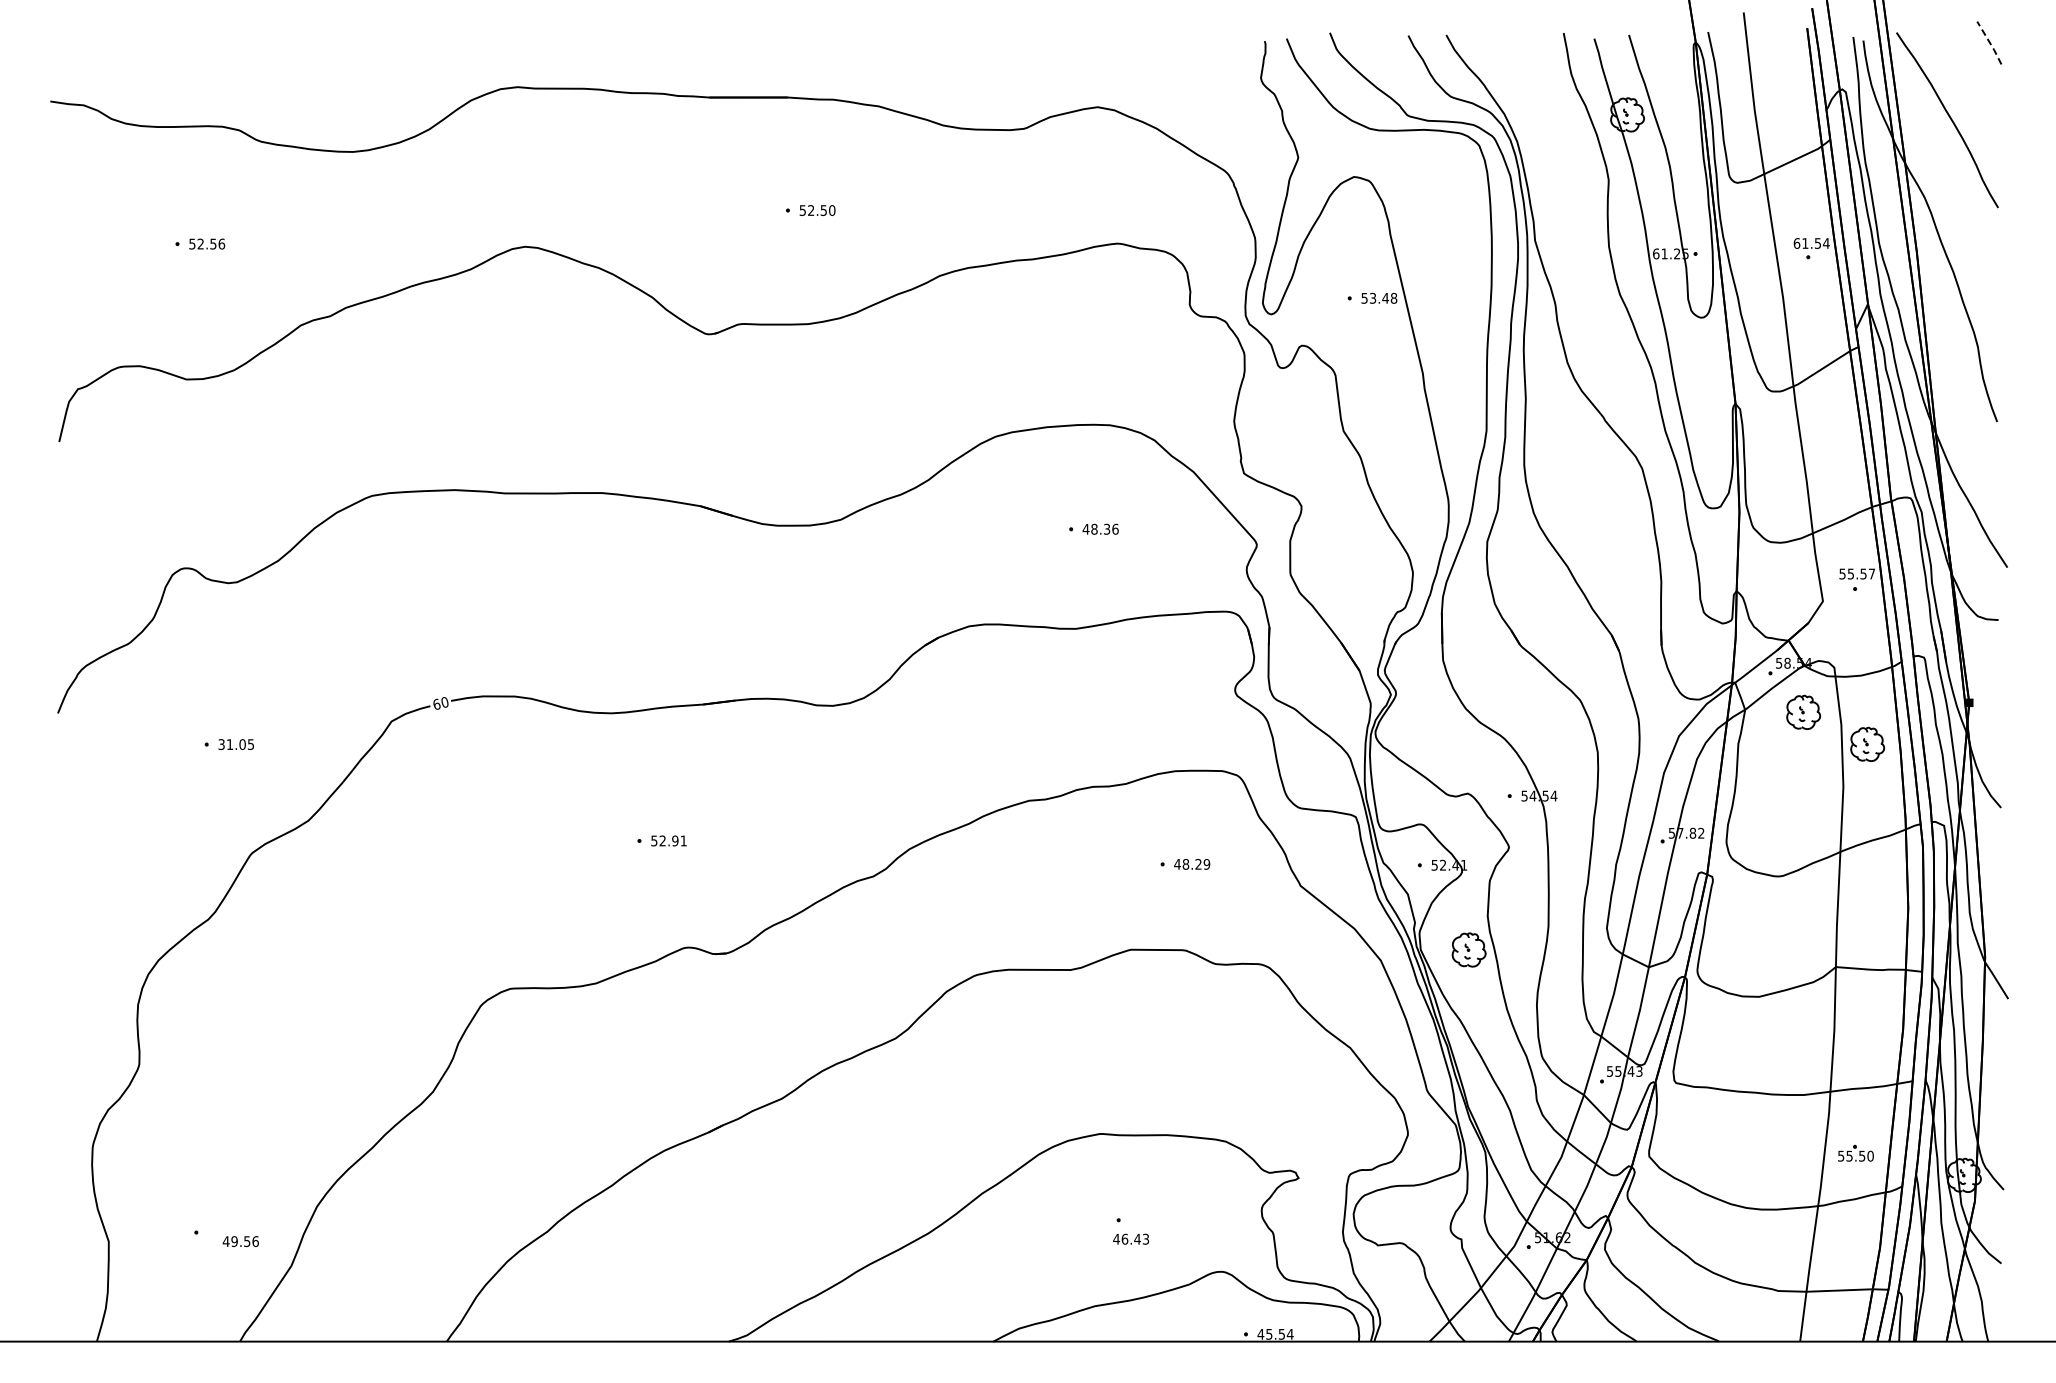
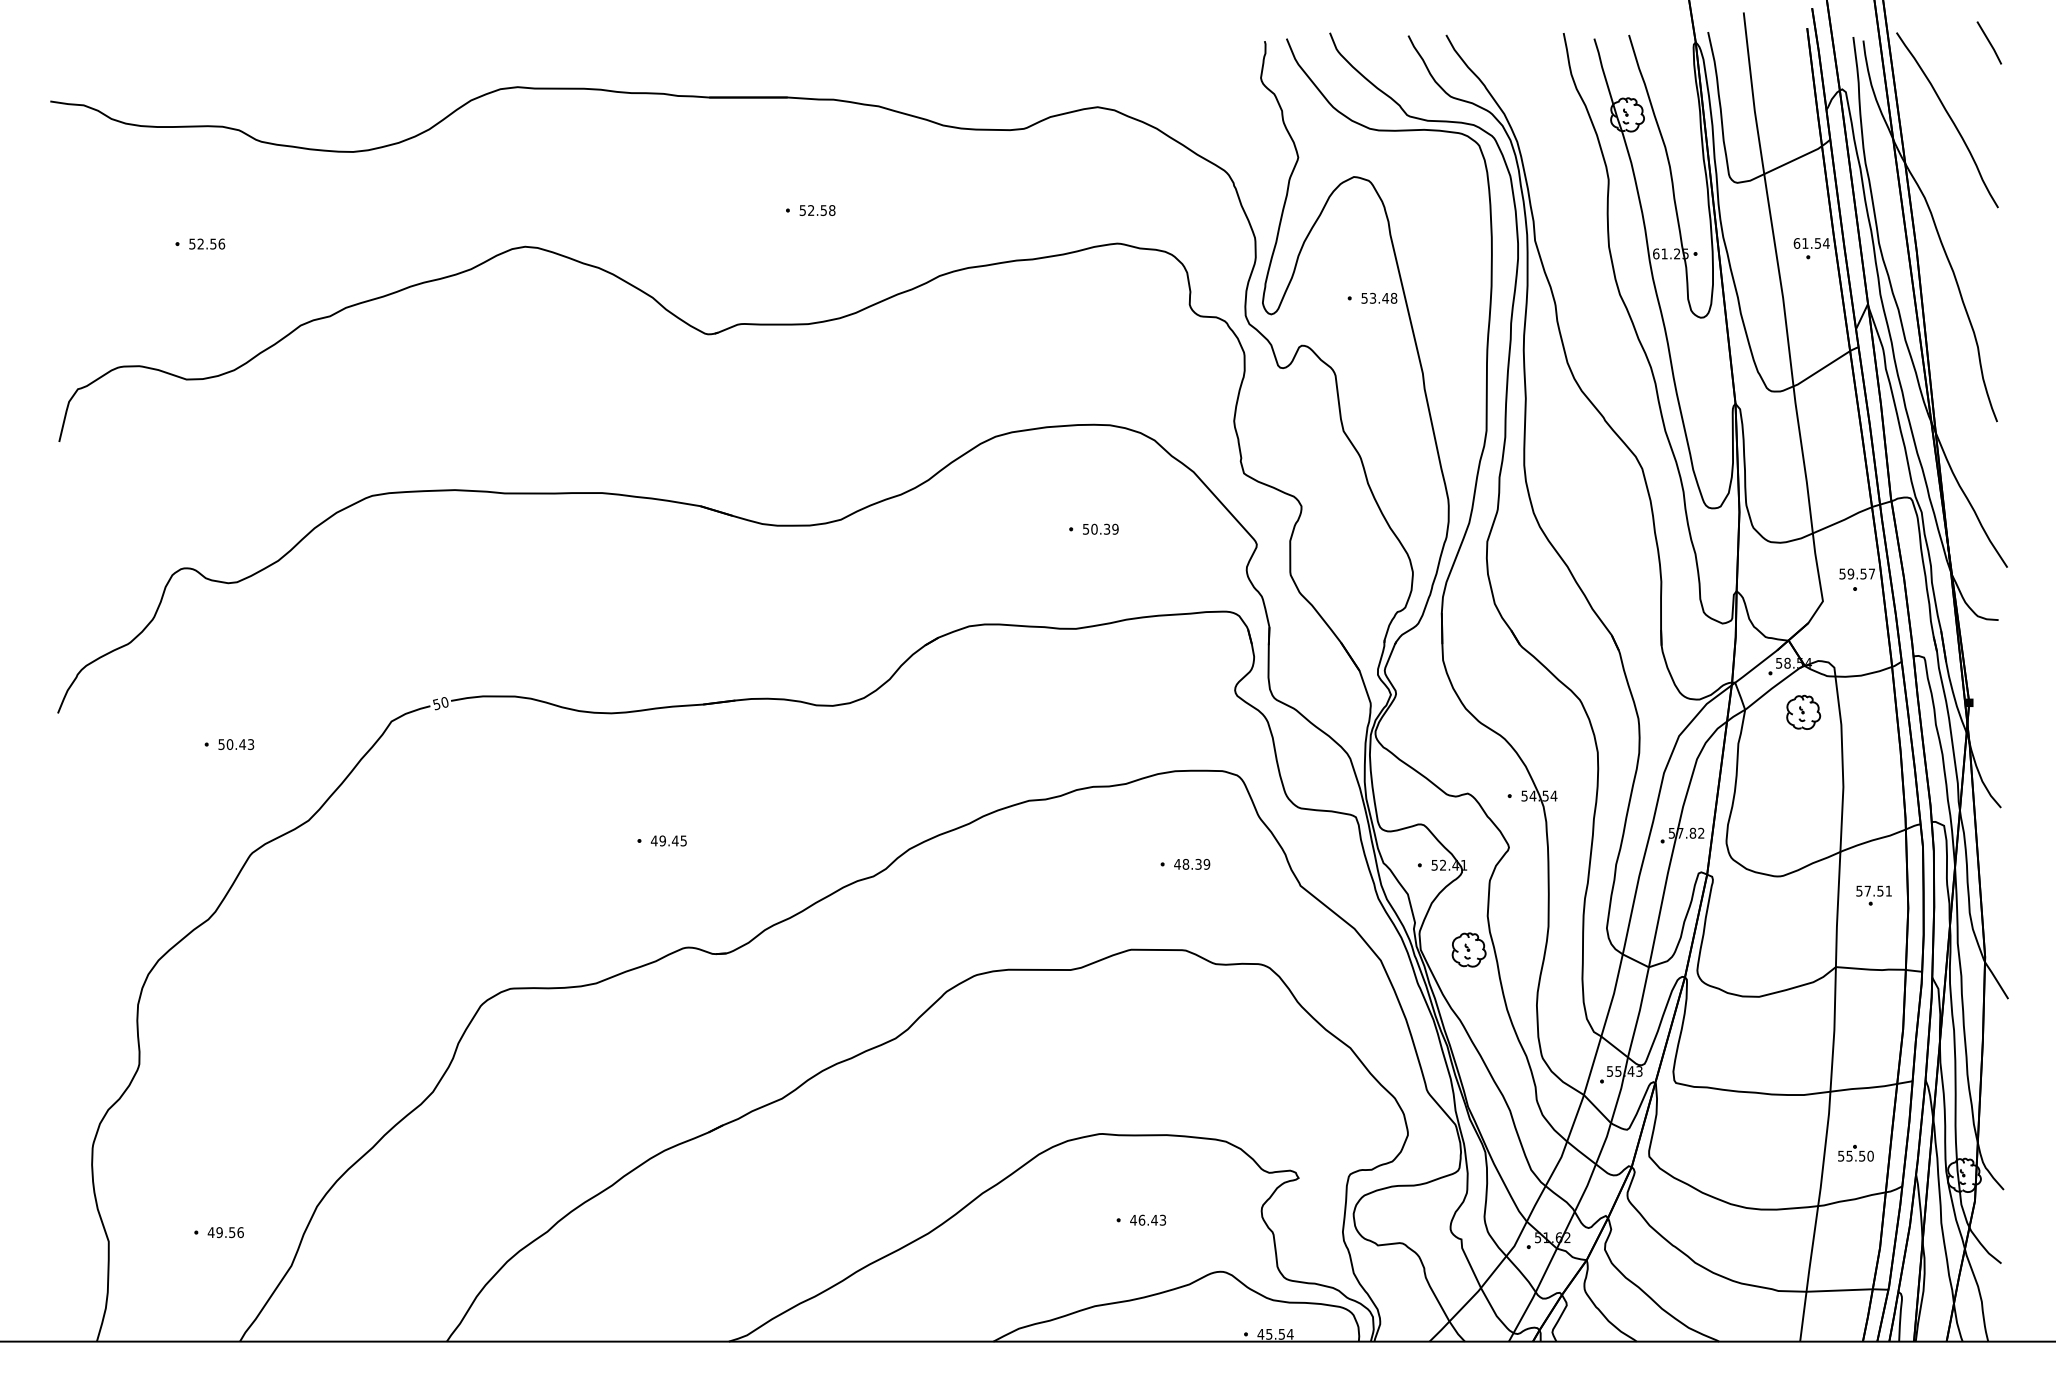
line at (1989, 42): dashed -> solid
text at (832, 210): 52.50 -> 52.58
text at (1100, 528): 48.36 -> 50.39
text at (1850, 573): 55.57 -> 59.57
text at (436, 704): 60 -> 50
part at (1867, 743): present -> none
text at (236, 744): 31.05 -> 50.43
text at (668, 840): 52.91 -> 49.45
text at (1198, 864): 48.29 -> 48.39
part at (1873, 895): none -> present
text at (1131, 1238) position: (1131, 1238) -> (1148, 1219)
text at (240, 1241) position: (240, 1241) -> (225, 1232)
